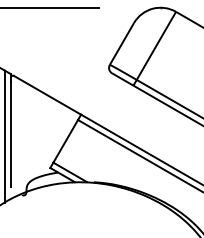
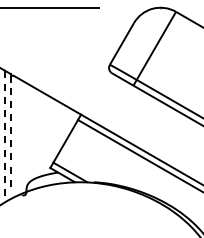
line at (10, 134): solid -> dashed
line at (4, 137): solid -> dashed
